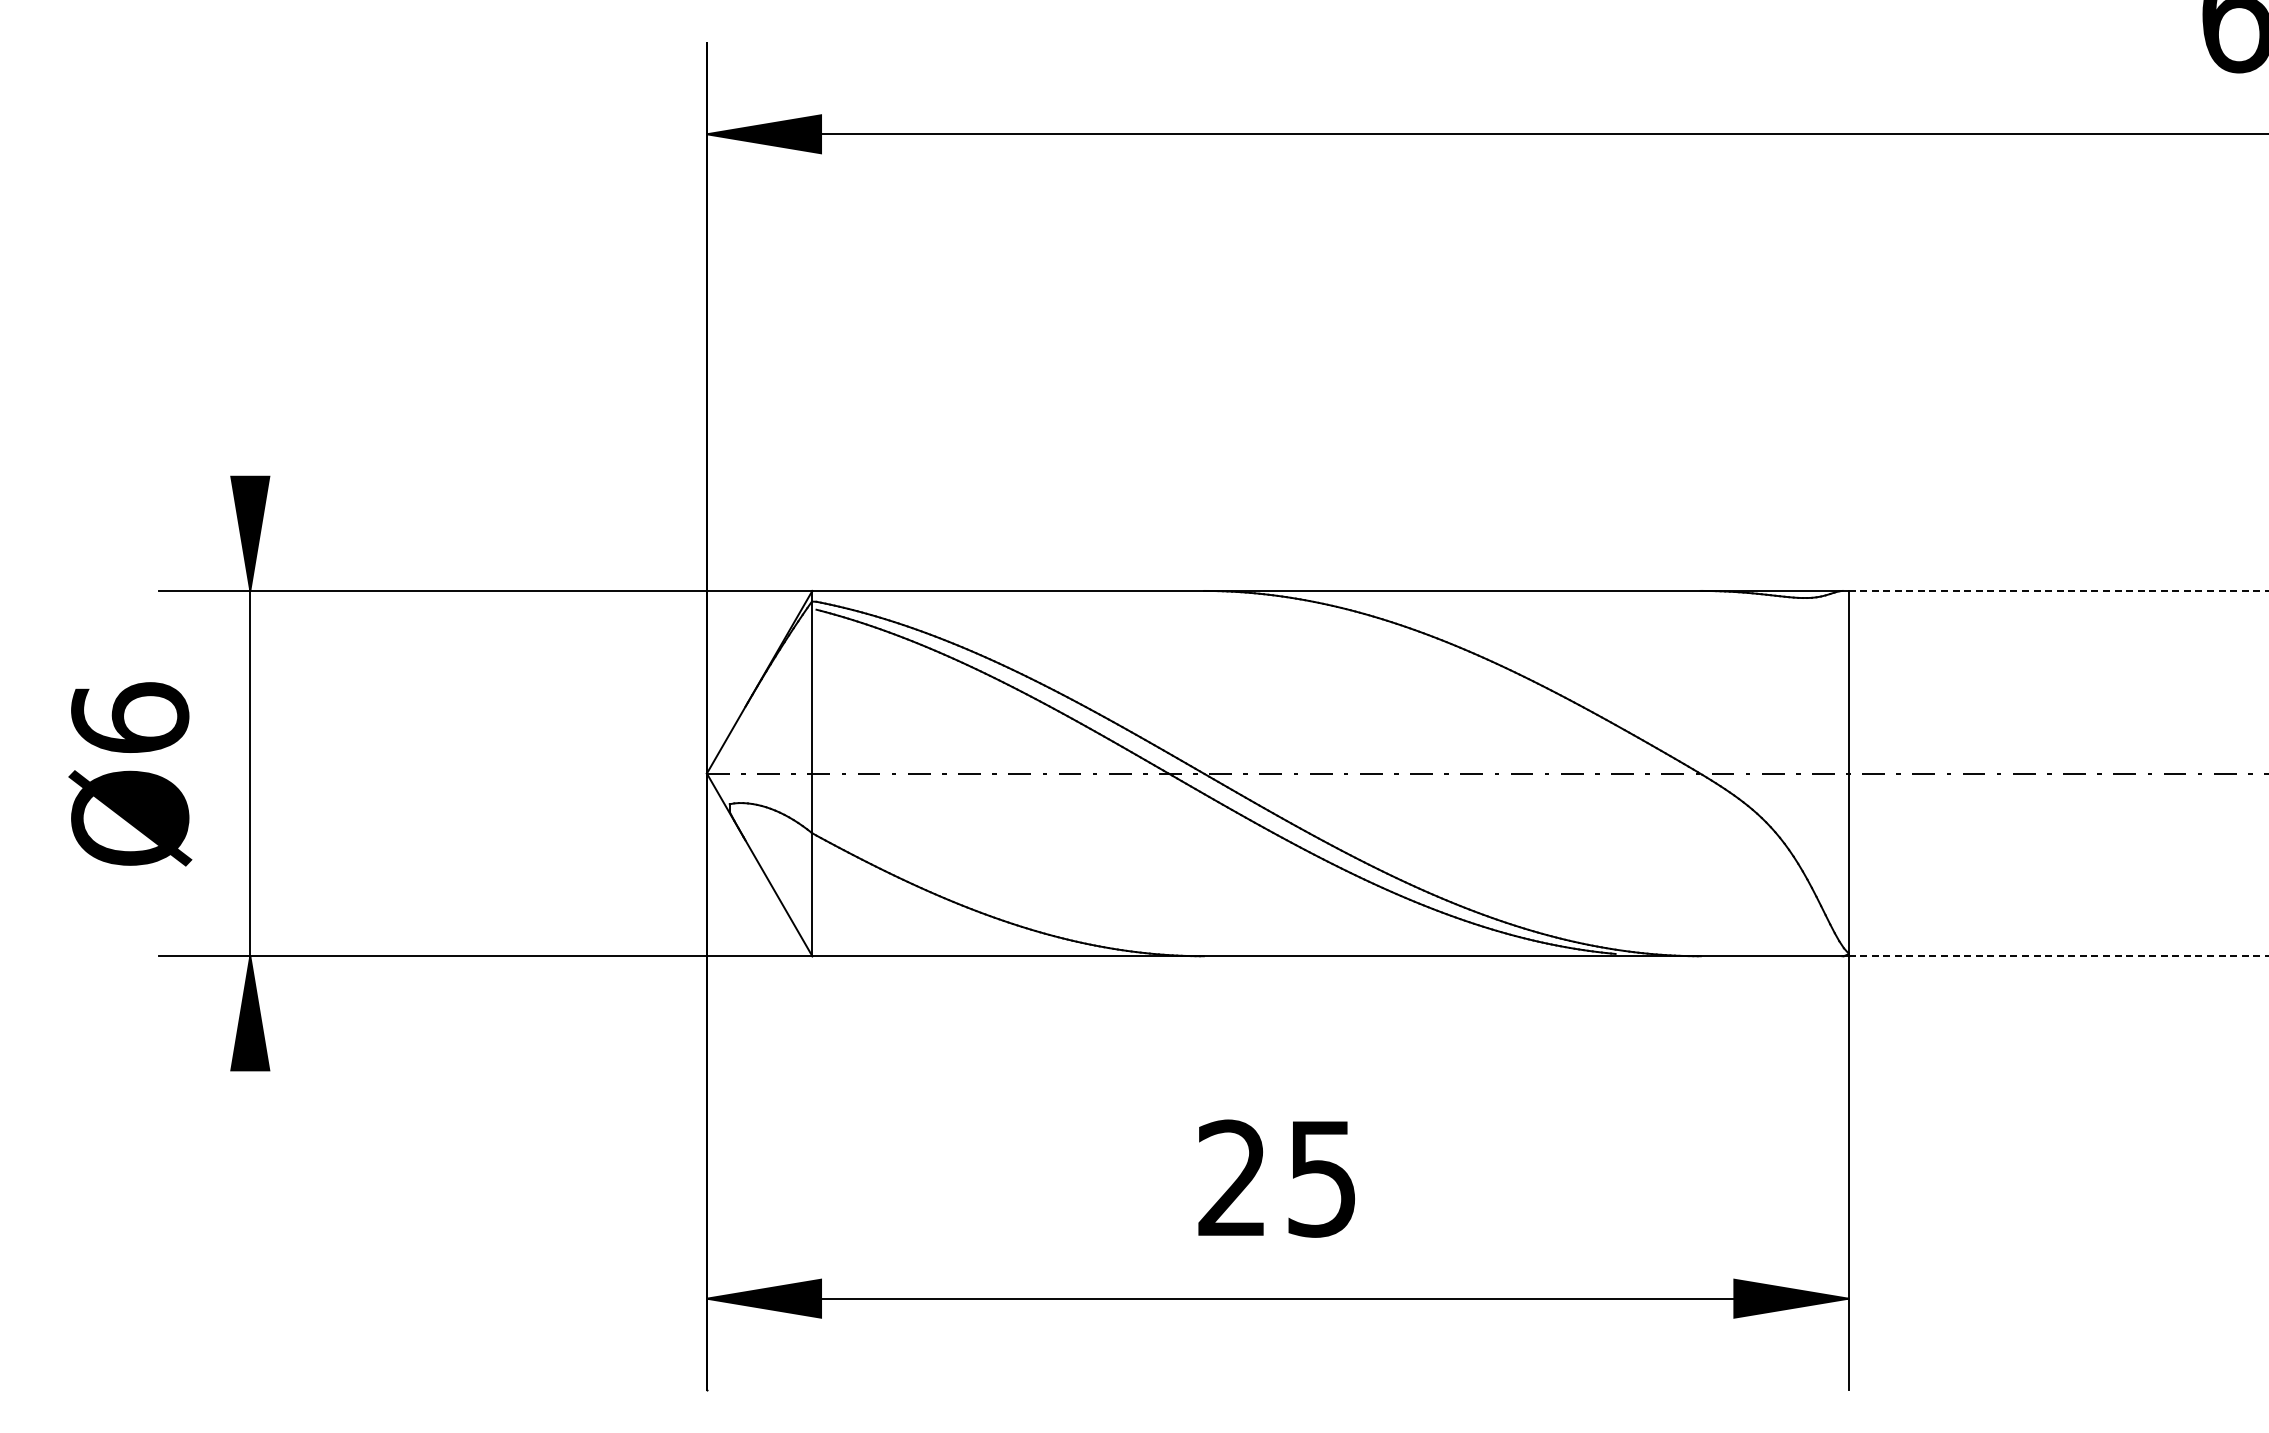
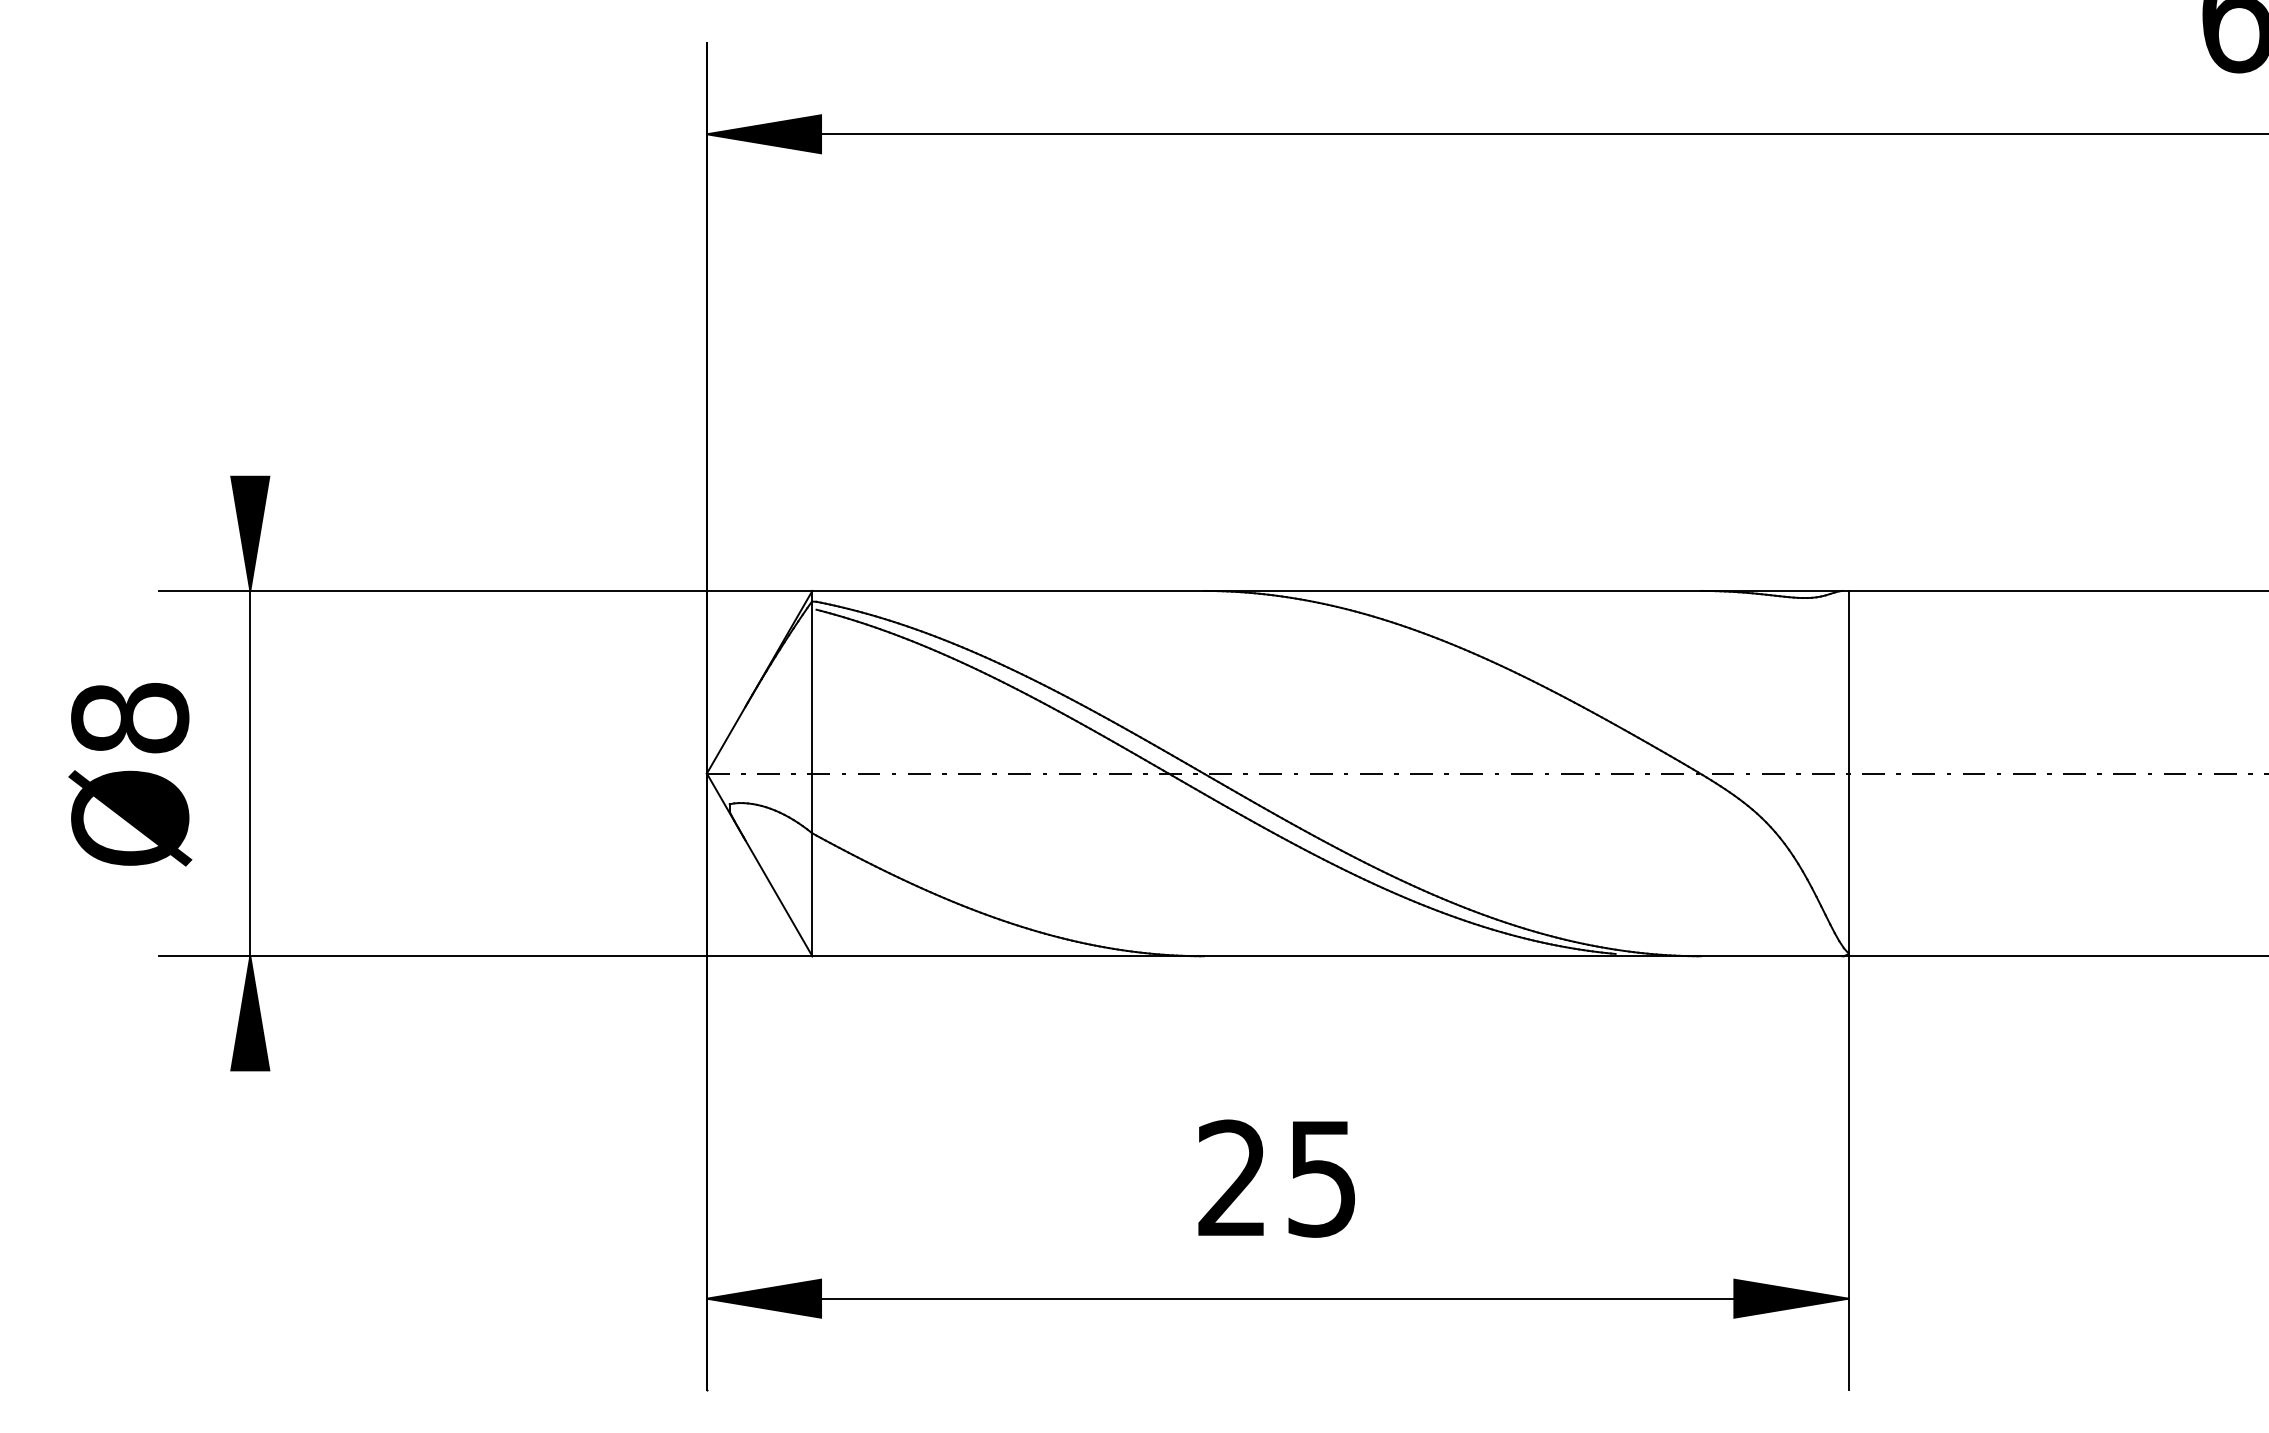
line at (2058, 590): dashed -> solid
text at (130, 717): Ø6 -> Ø8
line at (2058, 956): dashed -> solid
